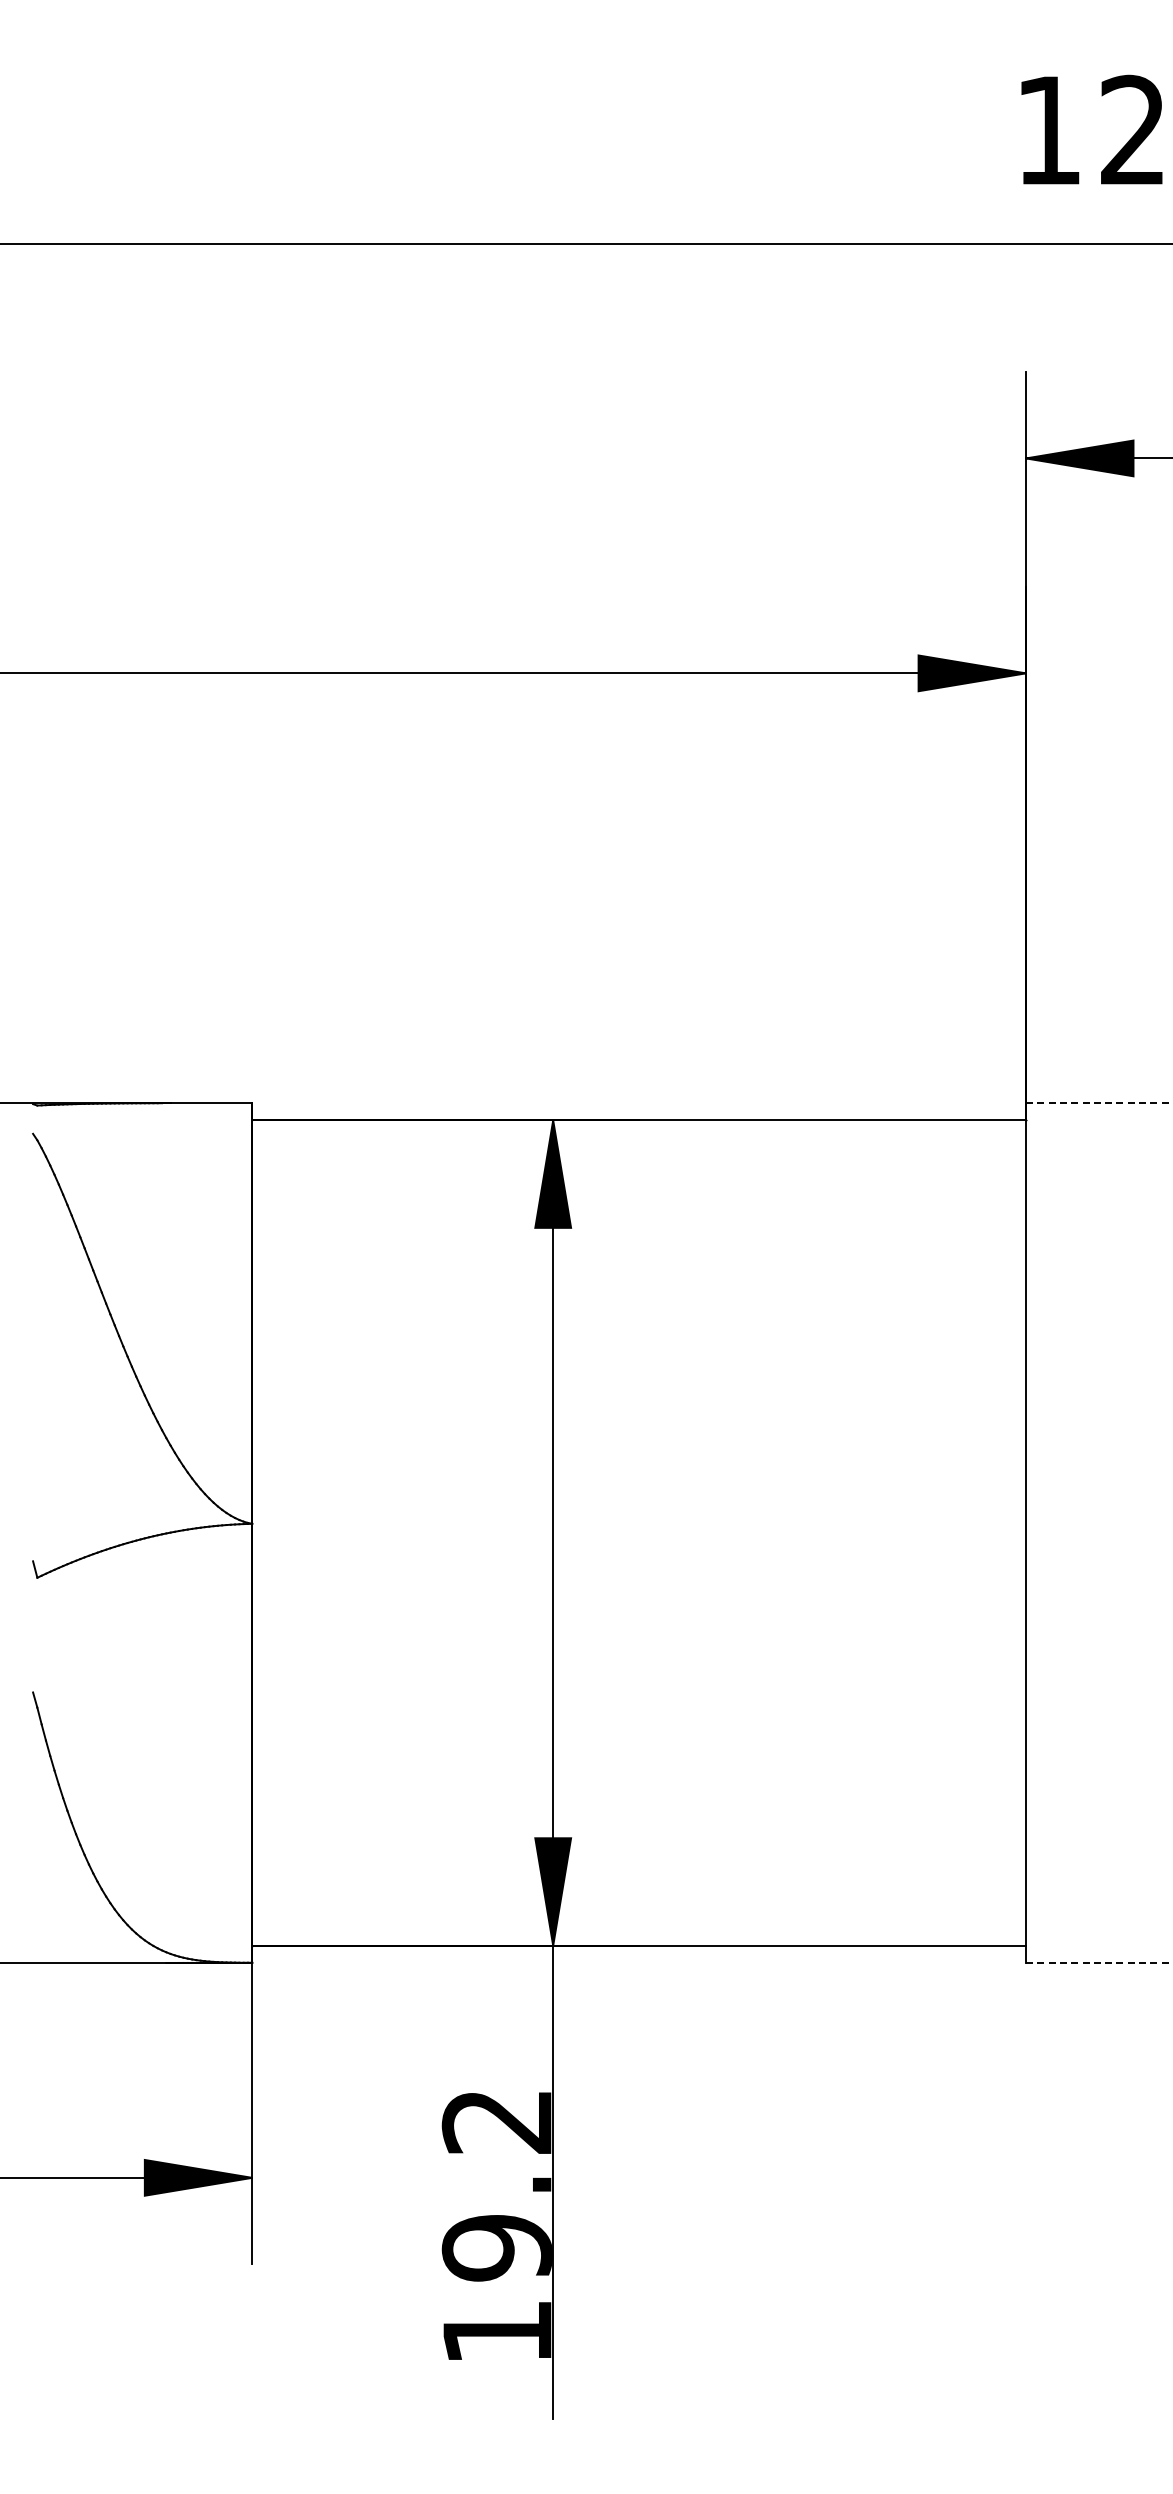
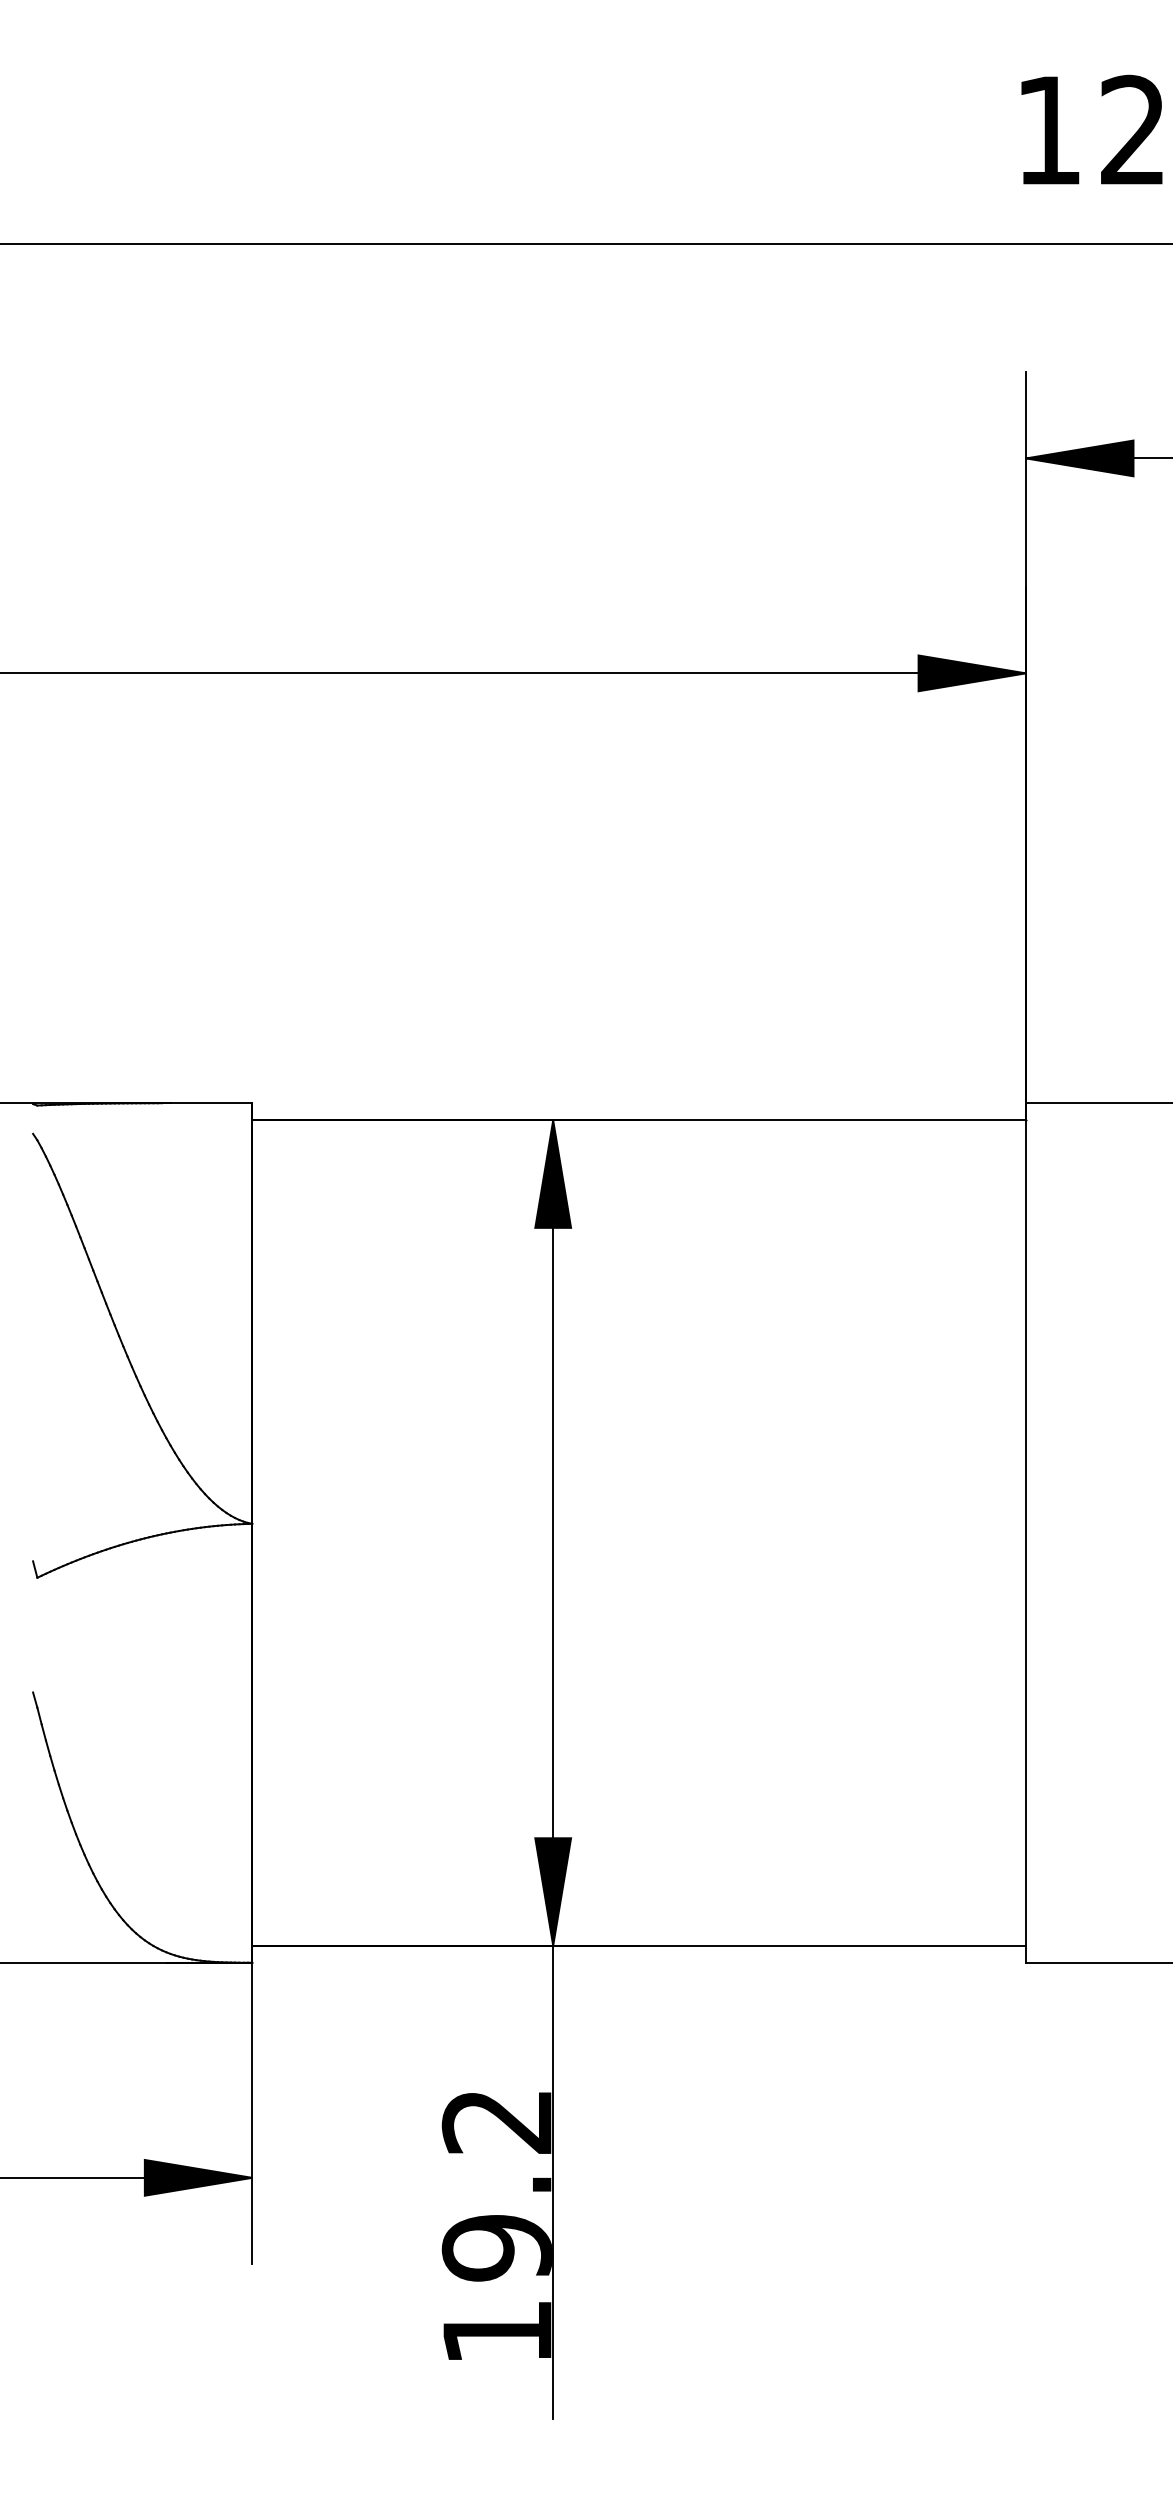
line at (1100, 1103): dashed -> solid
line at (1100, 1962): dashed -> solid
